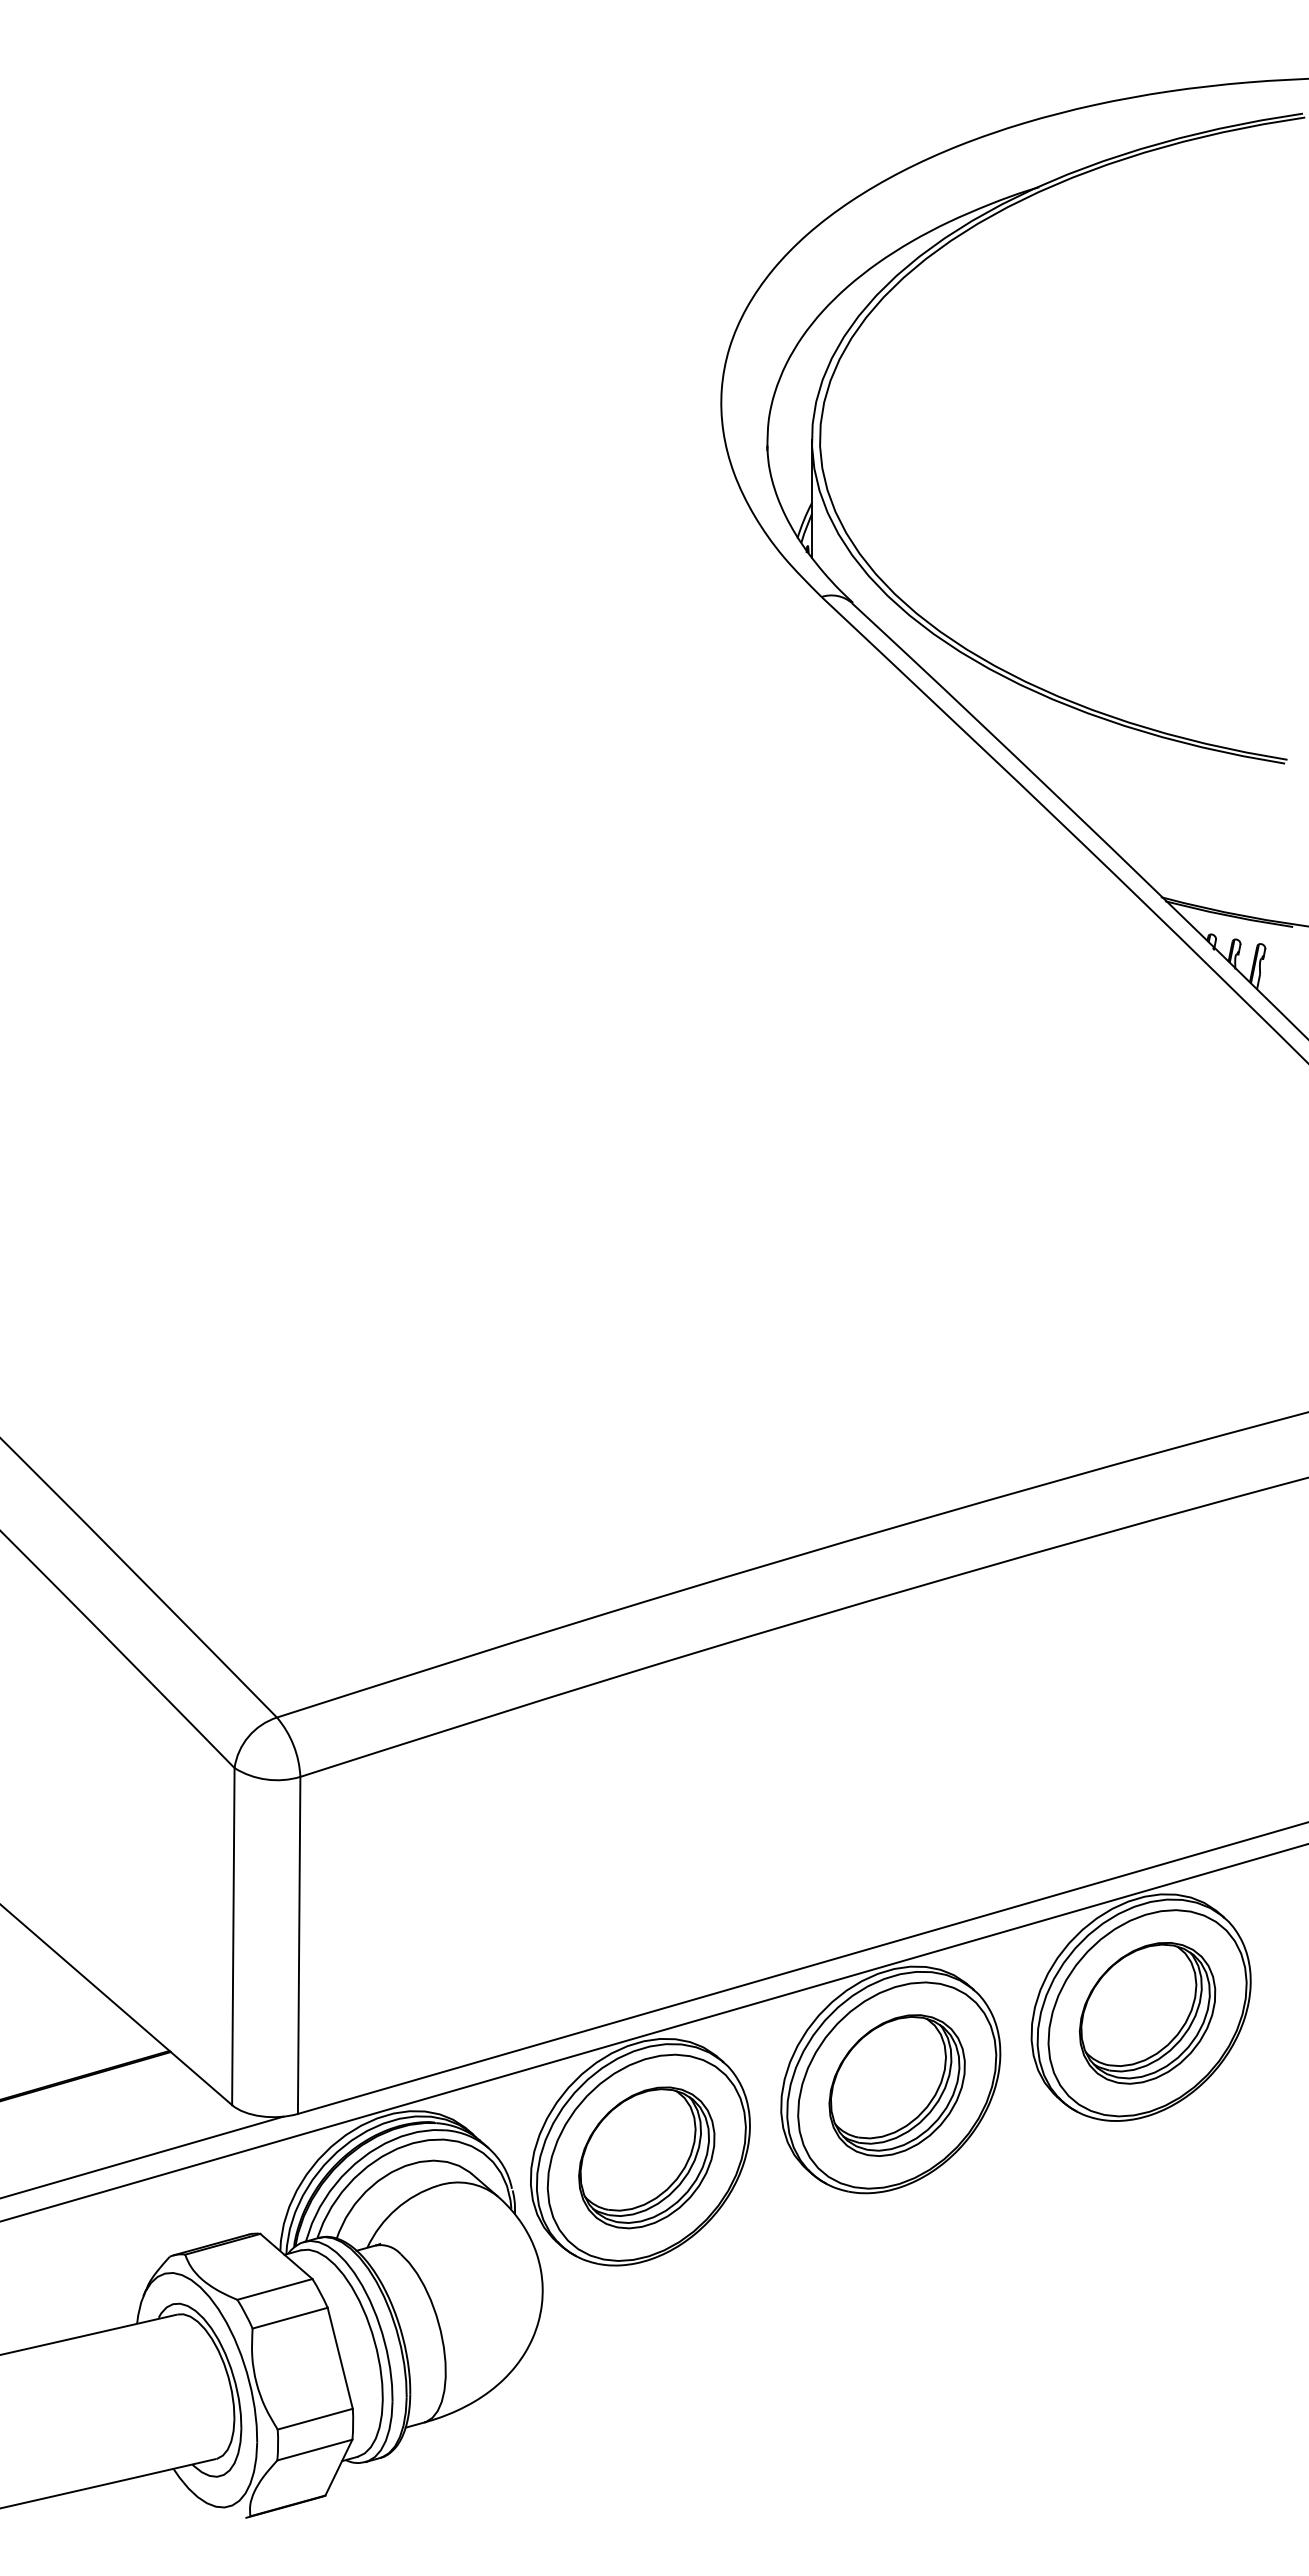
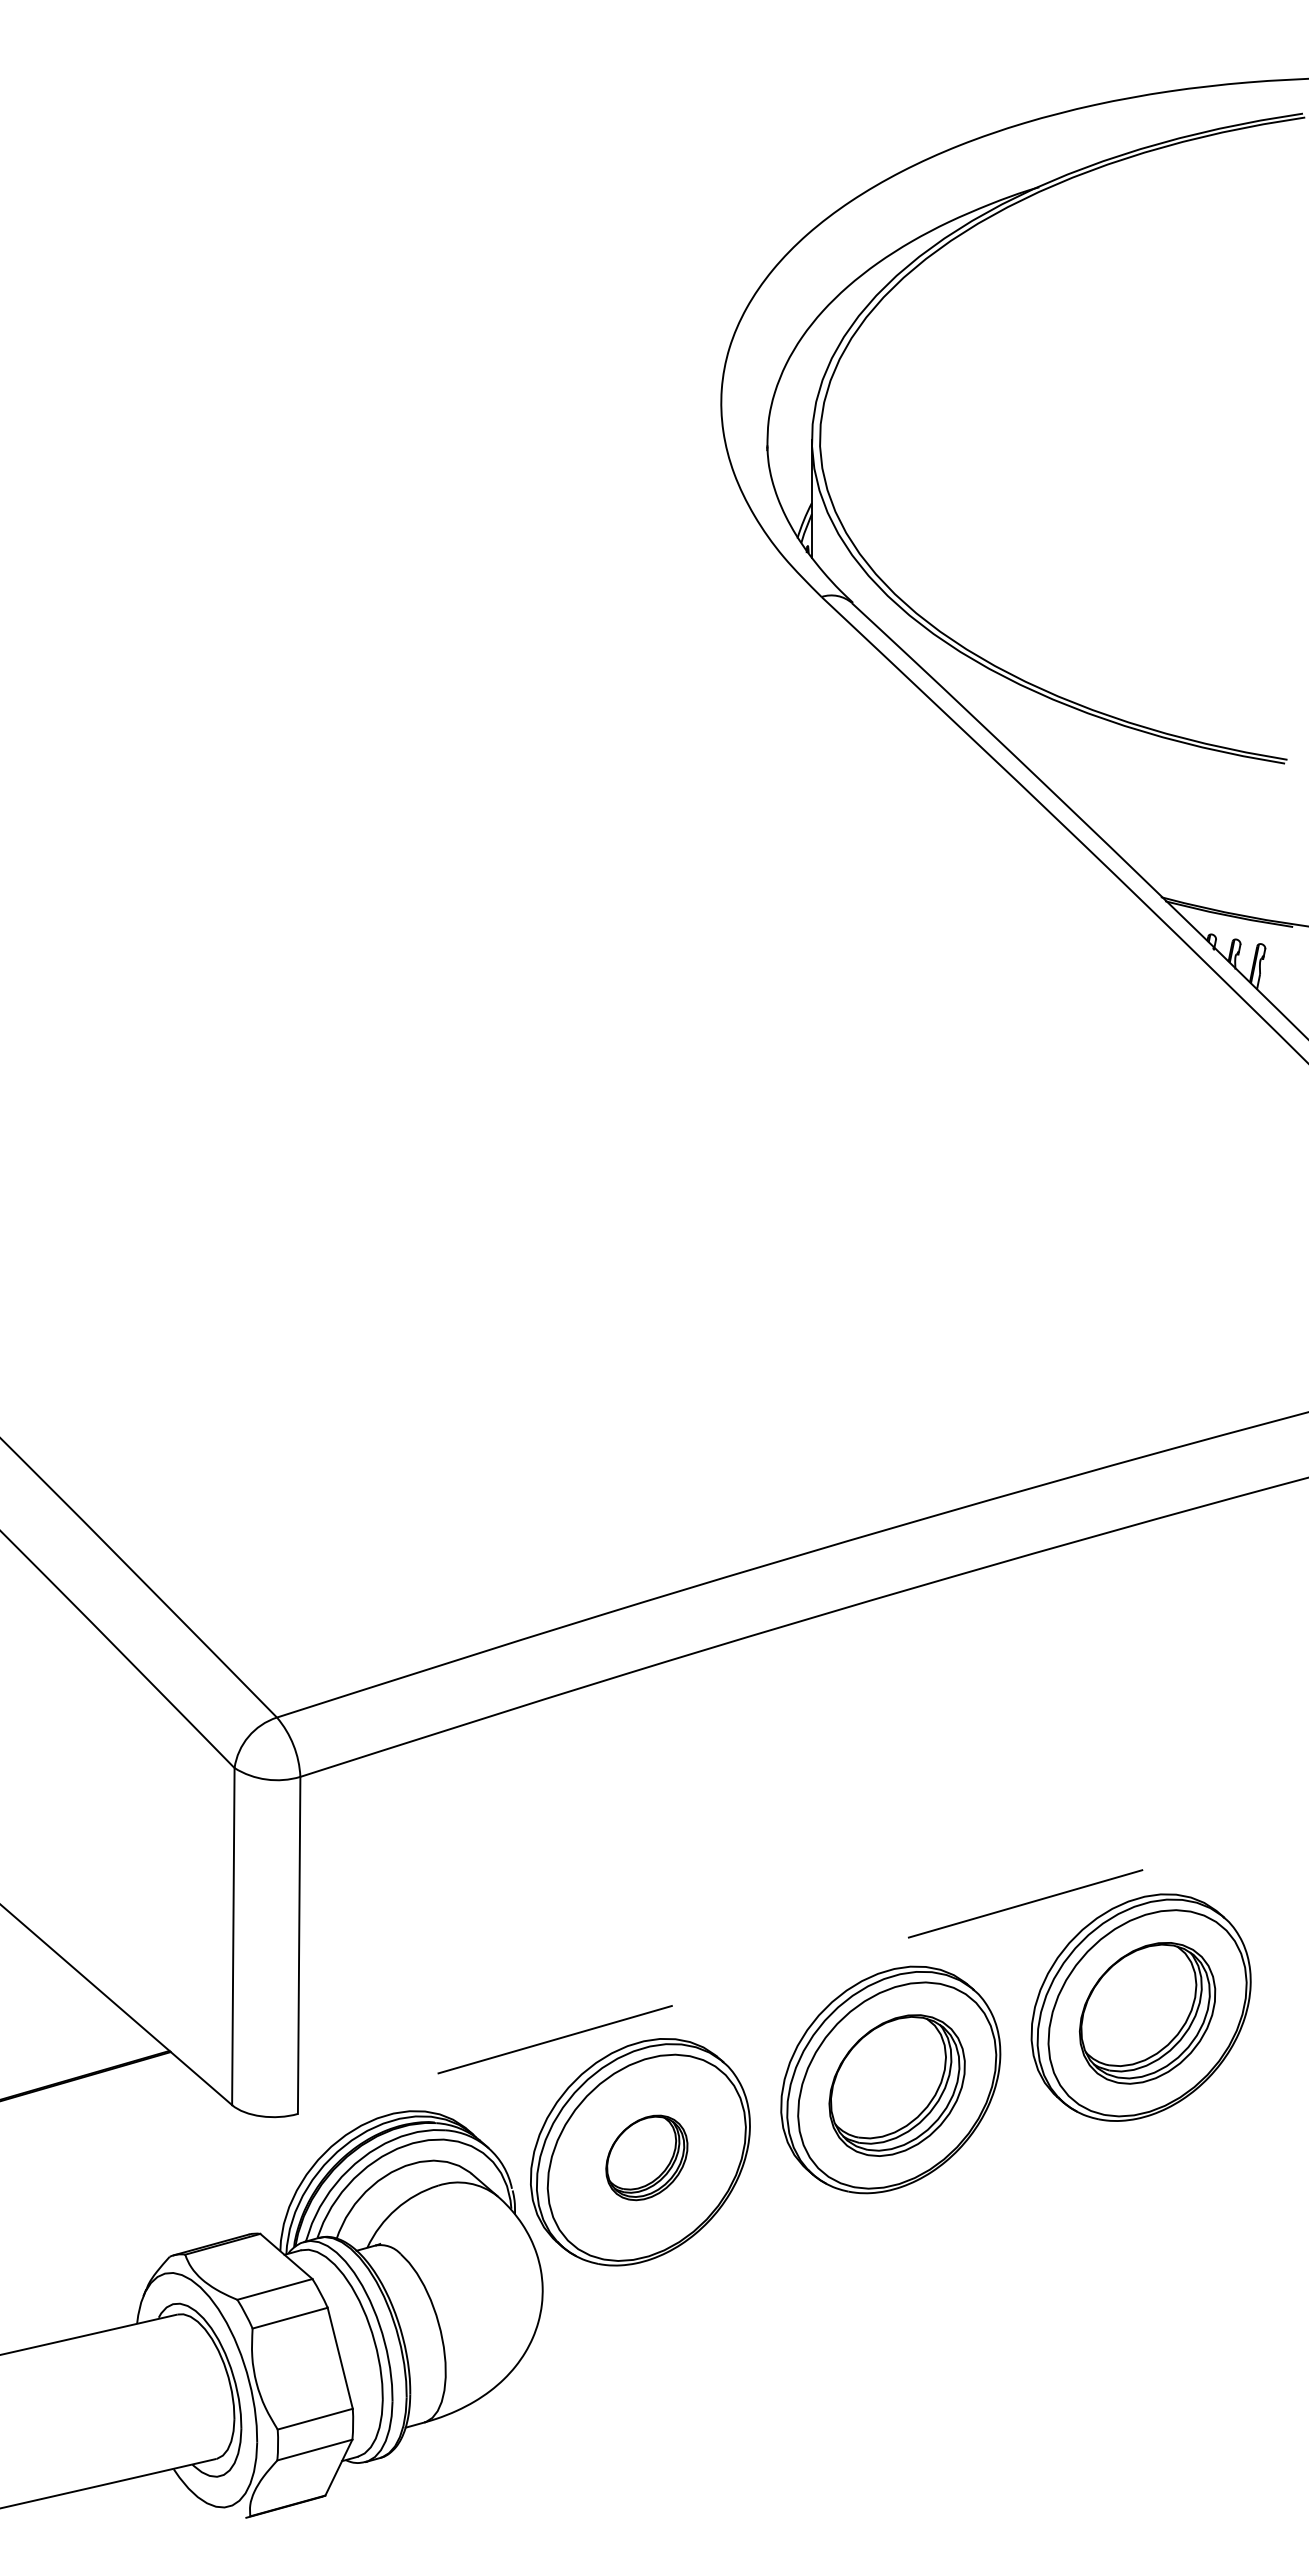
line at (803, 1968): solid -> dashed
line at (653, 2032): present -> none
line at (142, 2156): present -> none
part at (646, 2157) size: 138x144 px -> 84x88 px
